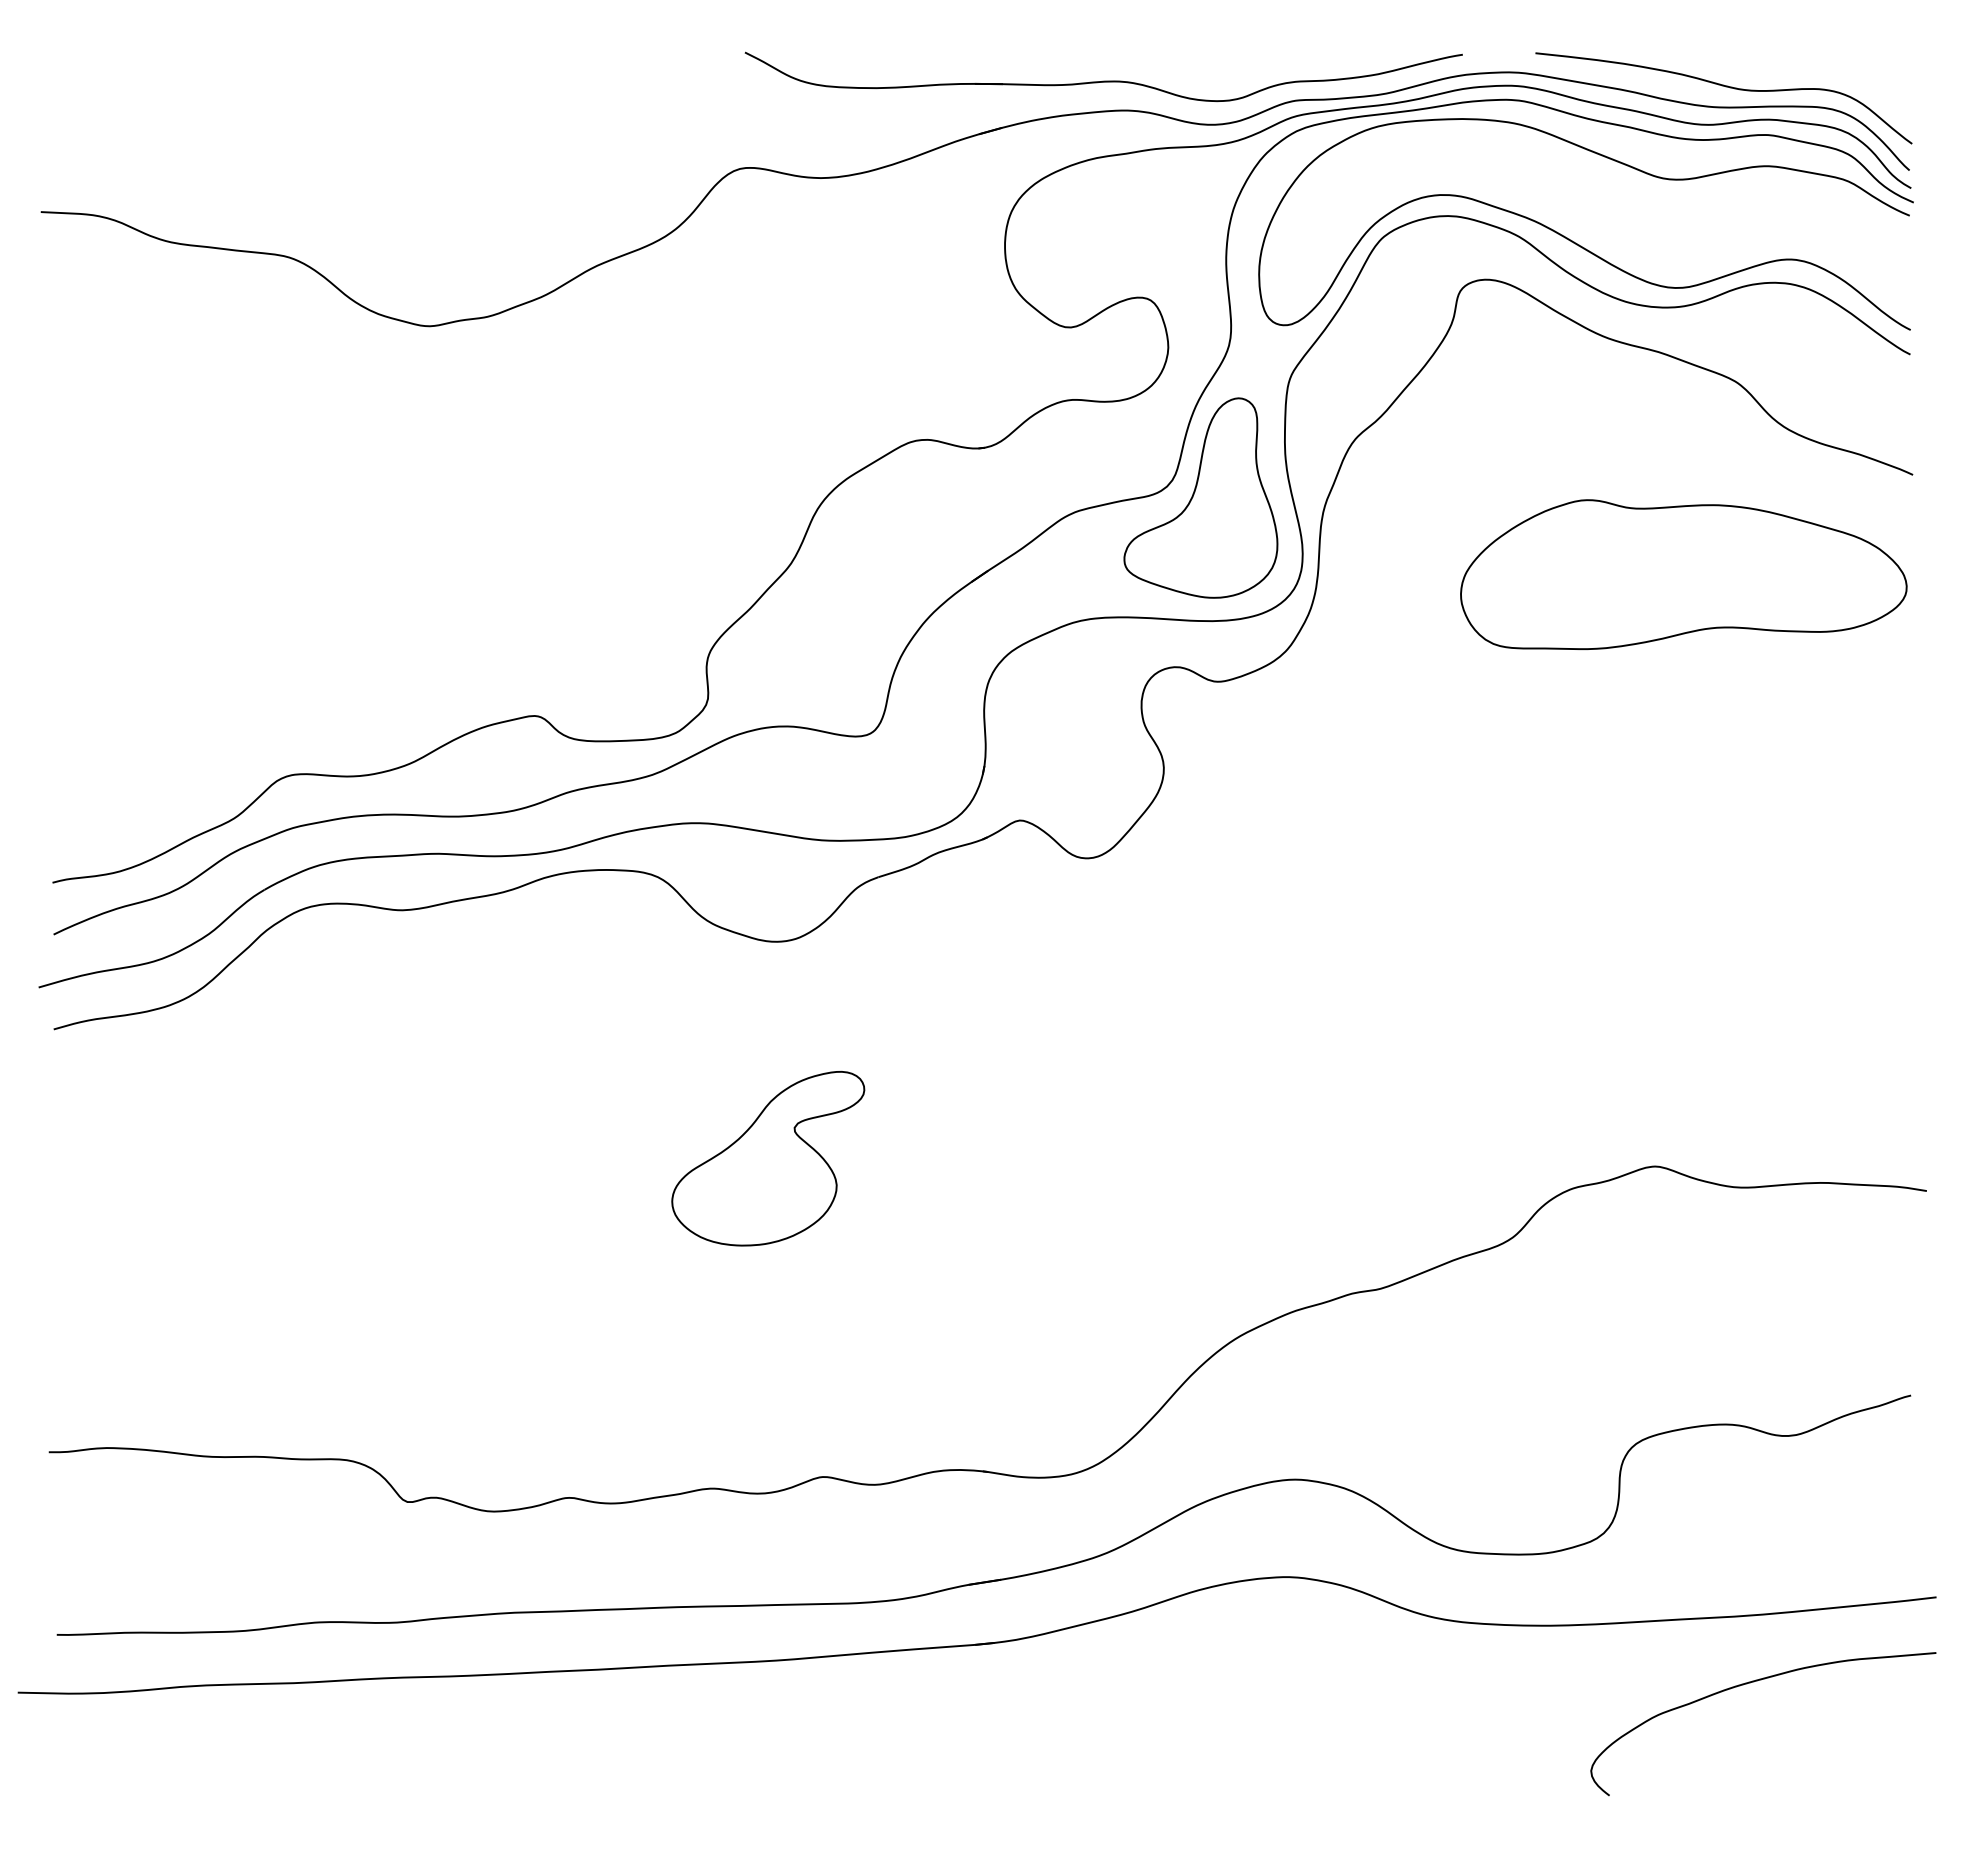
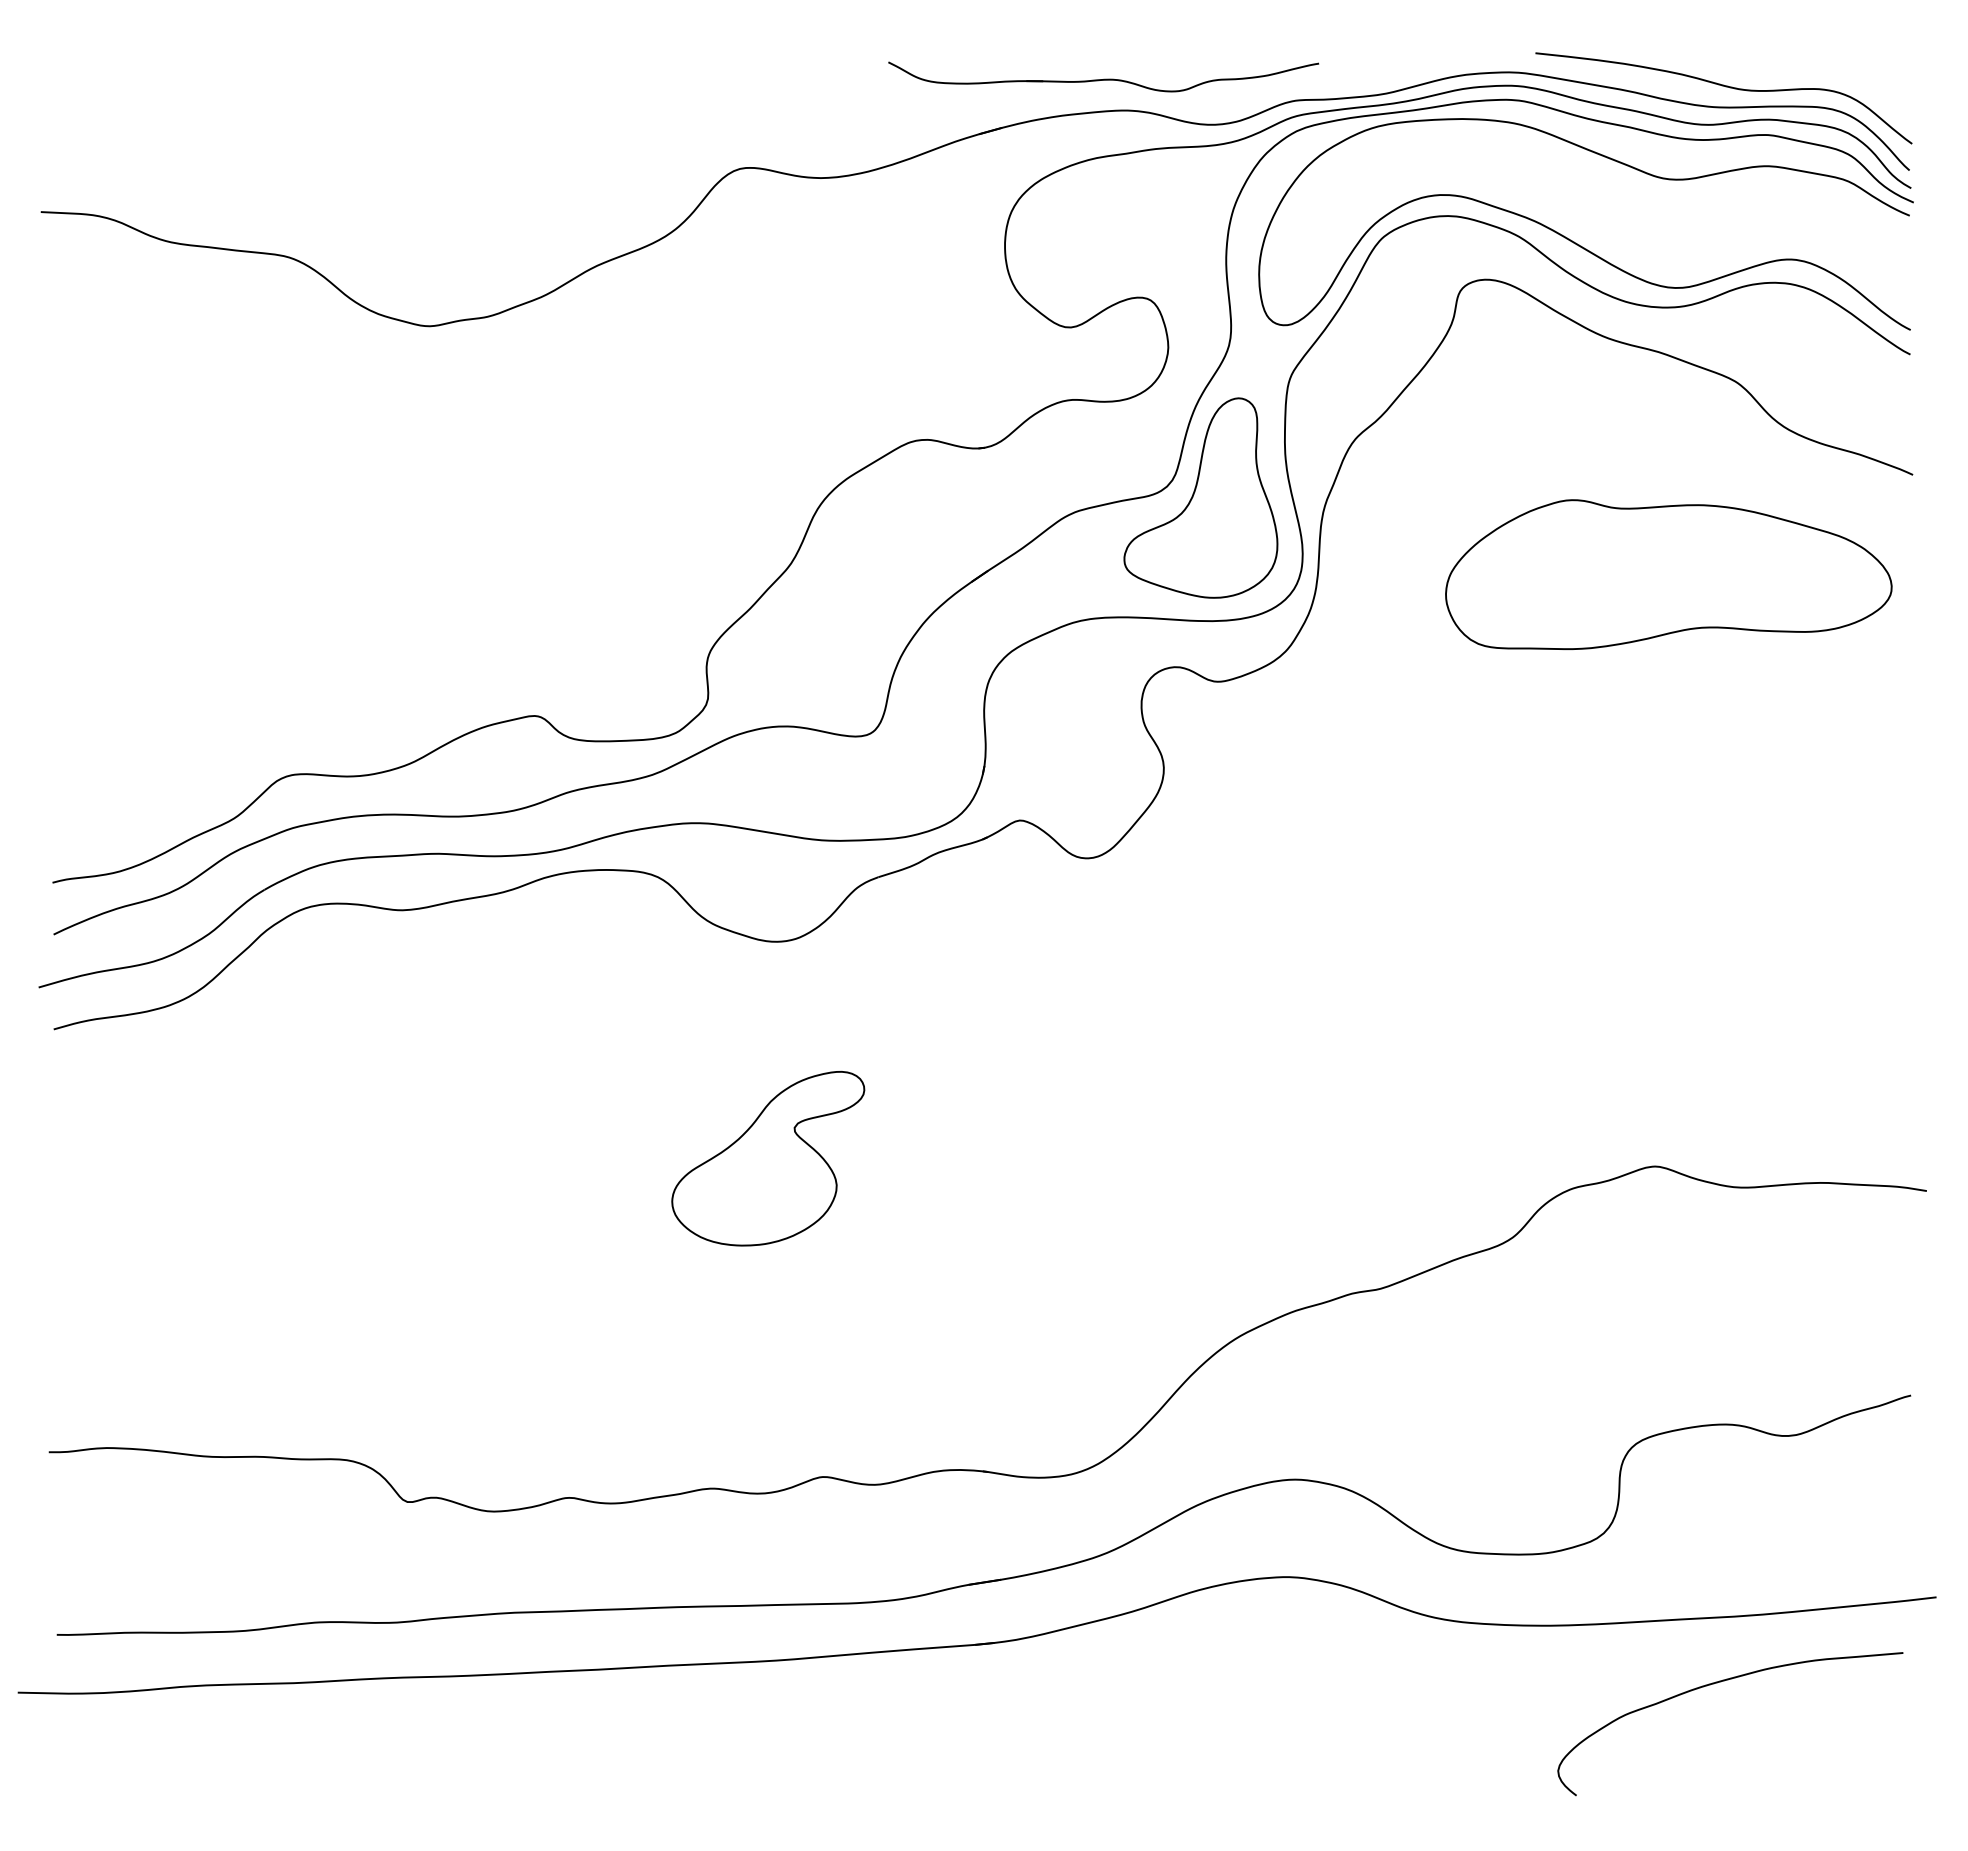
part at (1103, 76) size: 719x52 px -> 432x32 px
part at (1683, 574) position: (1683, 574) -> (1668, 574)
curve at (1754, 1682) position: (1754, 1682) -> (1721, 1682)
